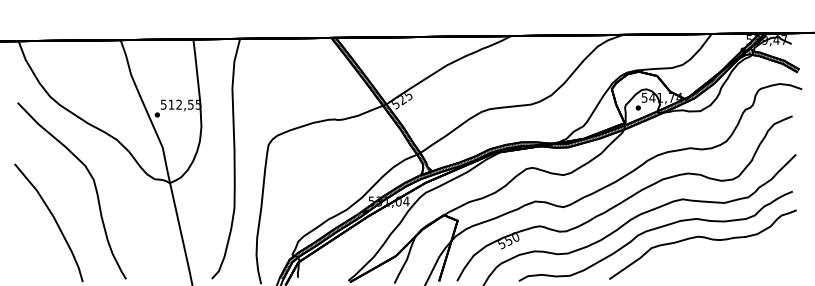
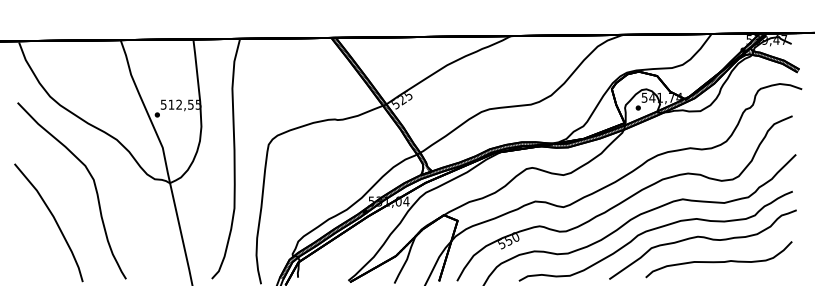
part at (718, 259): none -> present
